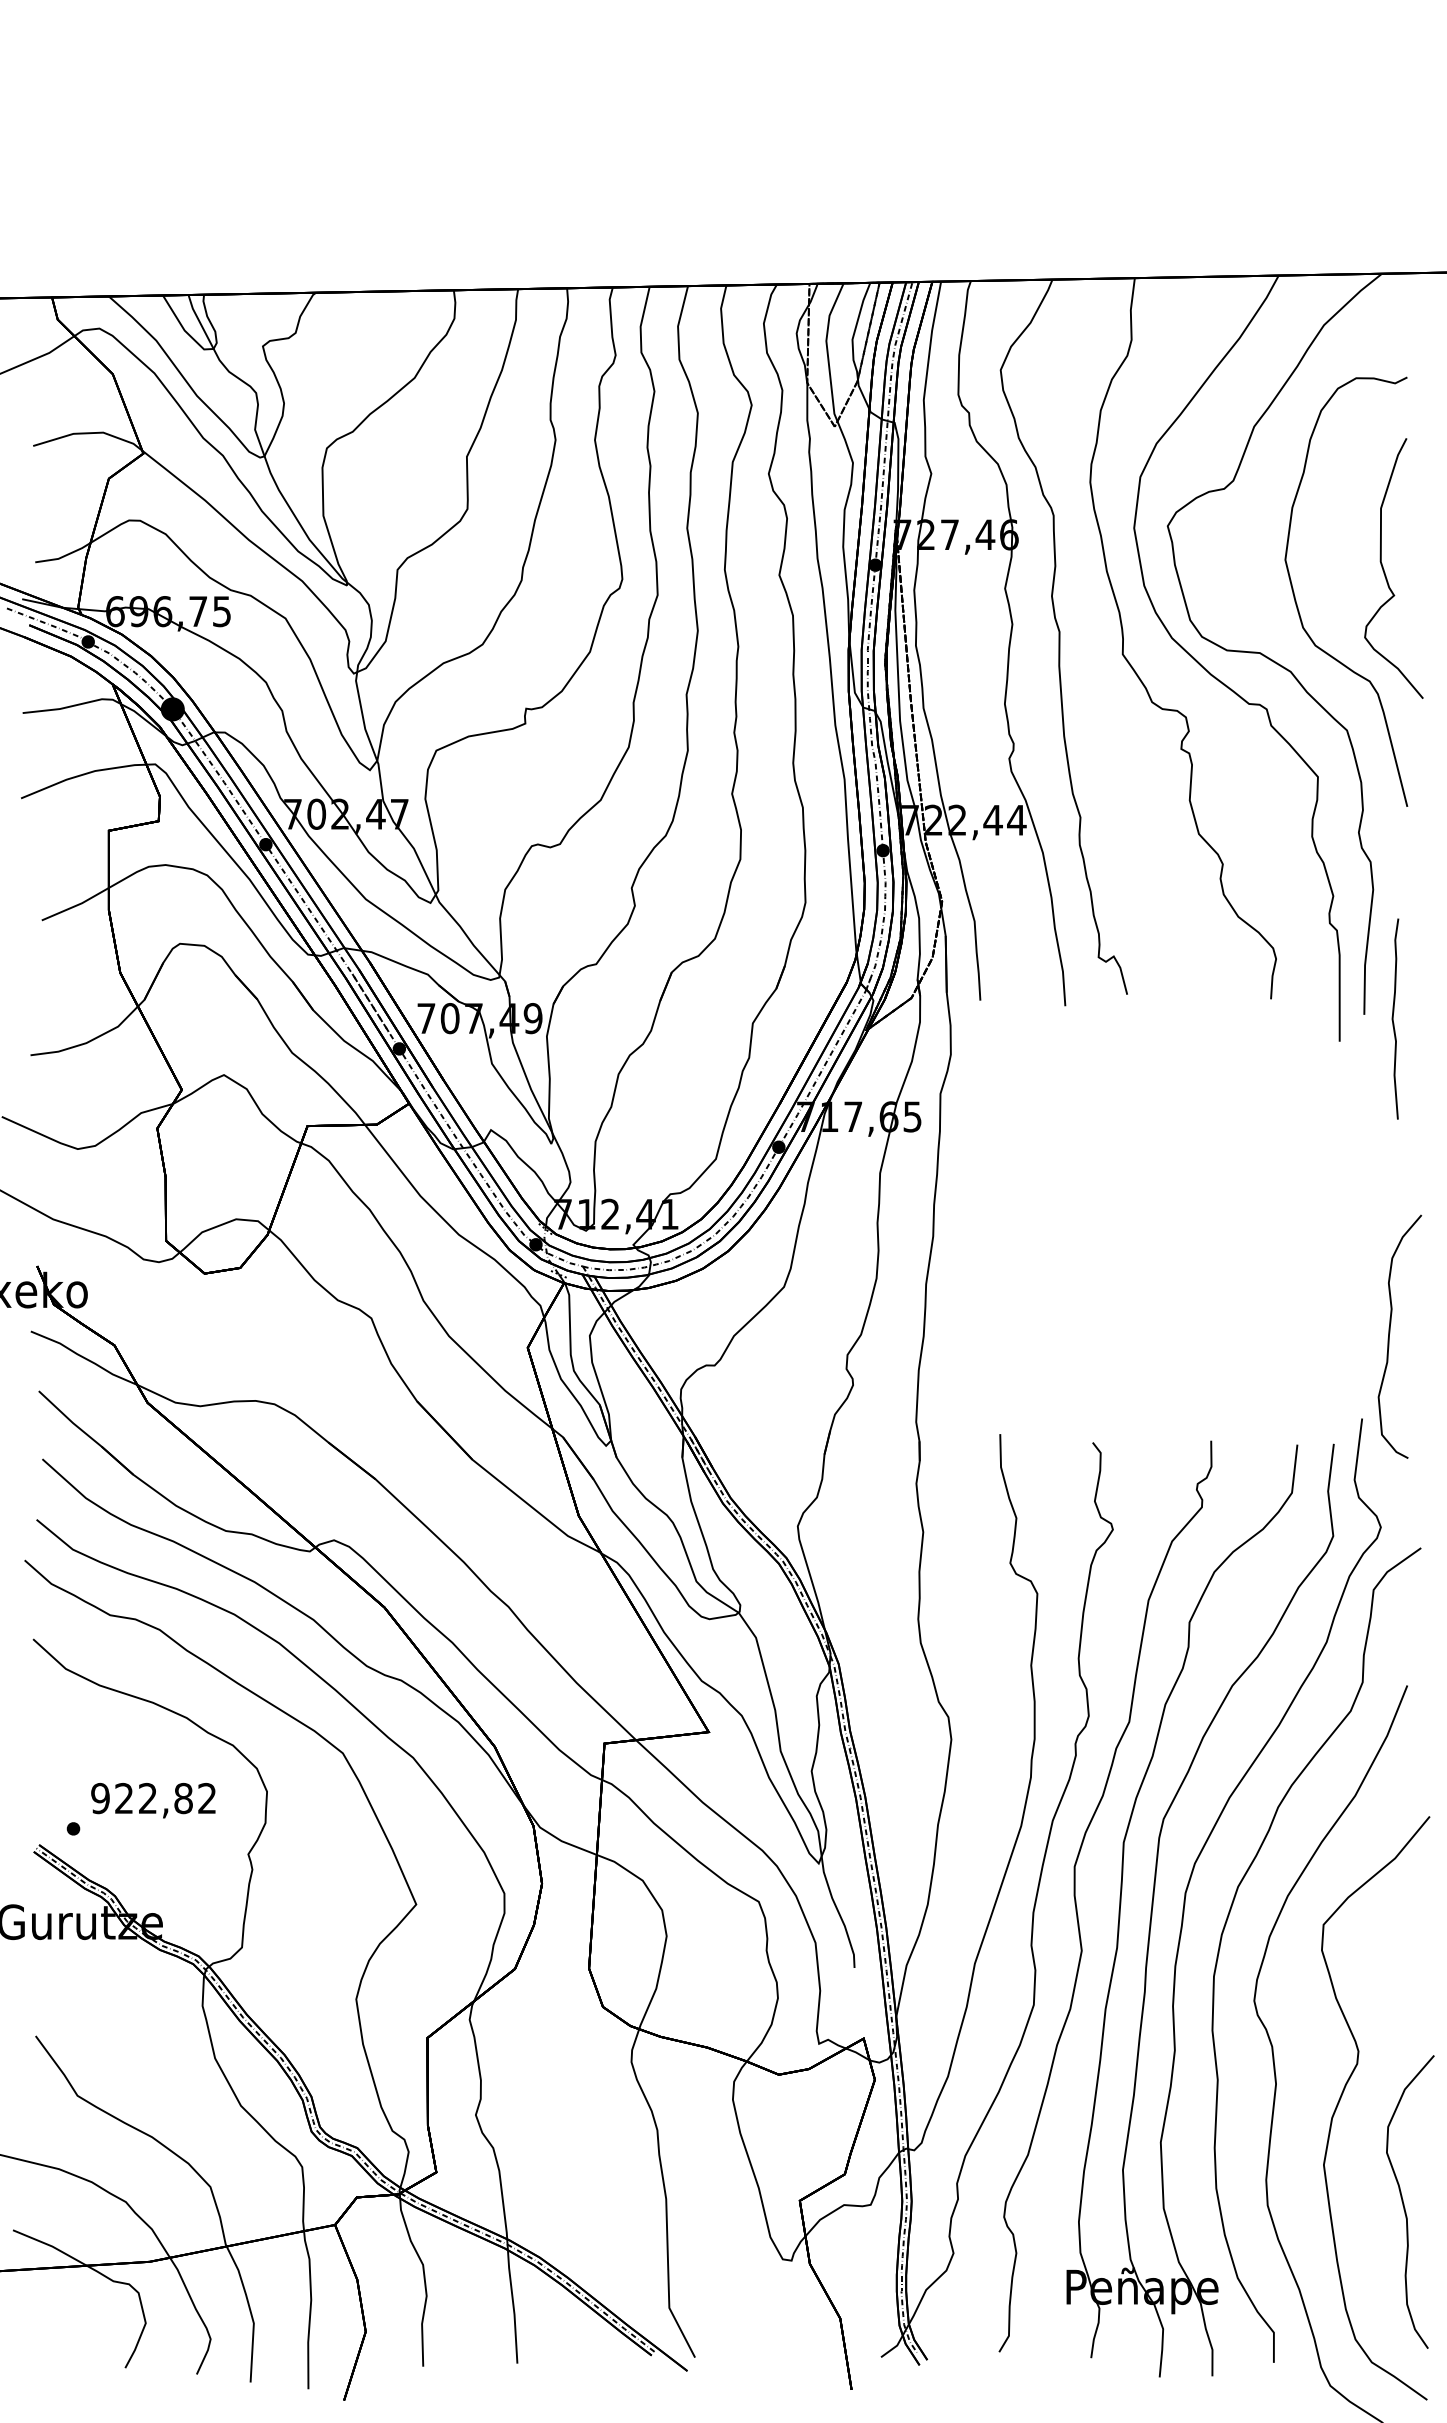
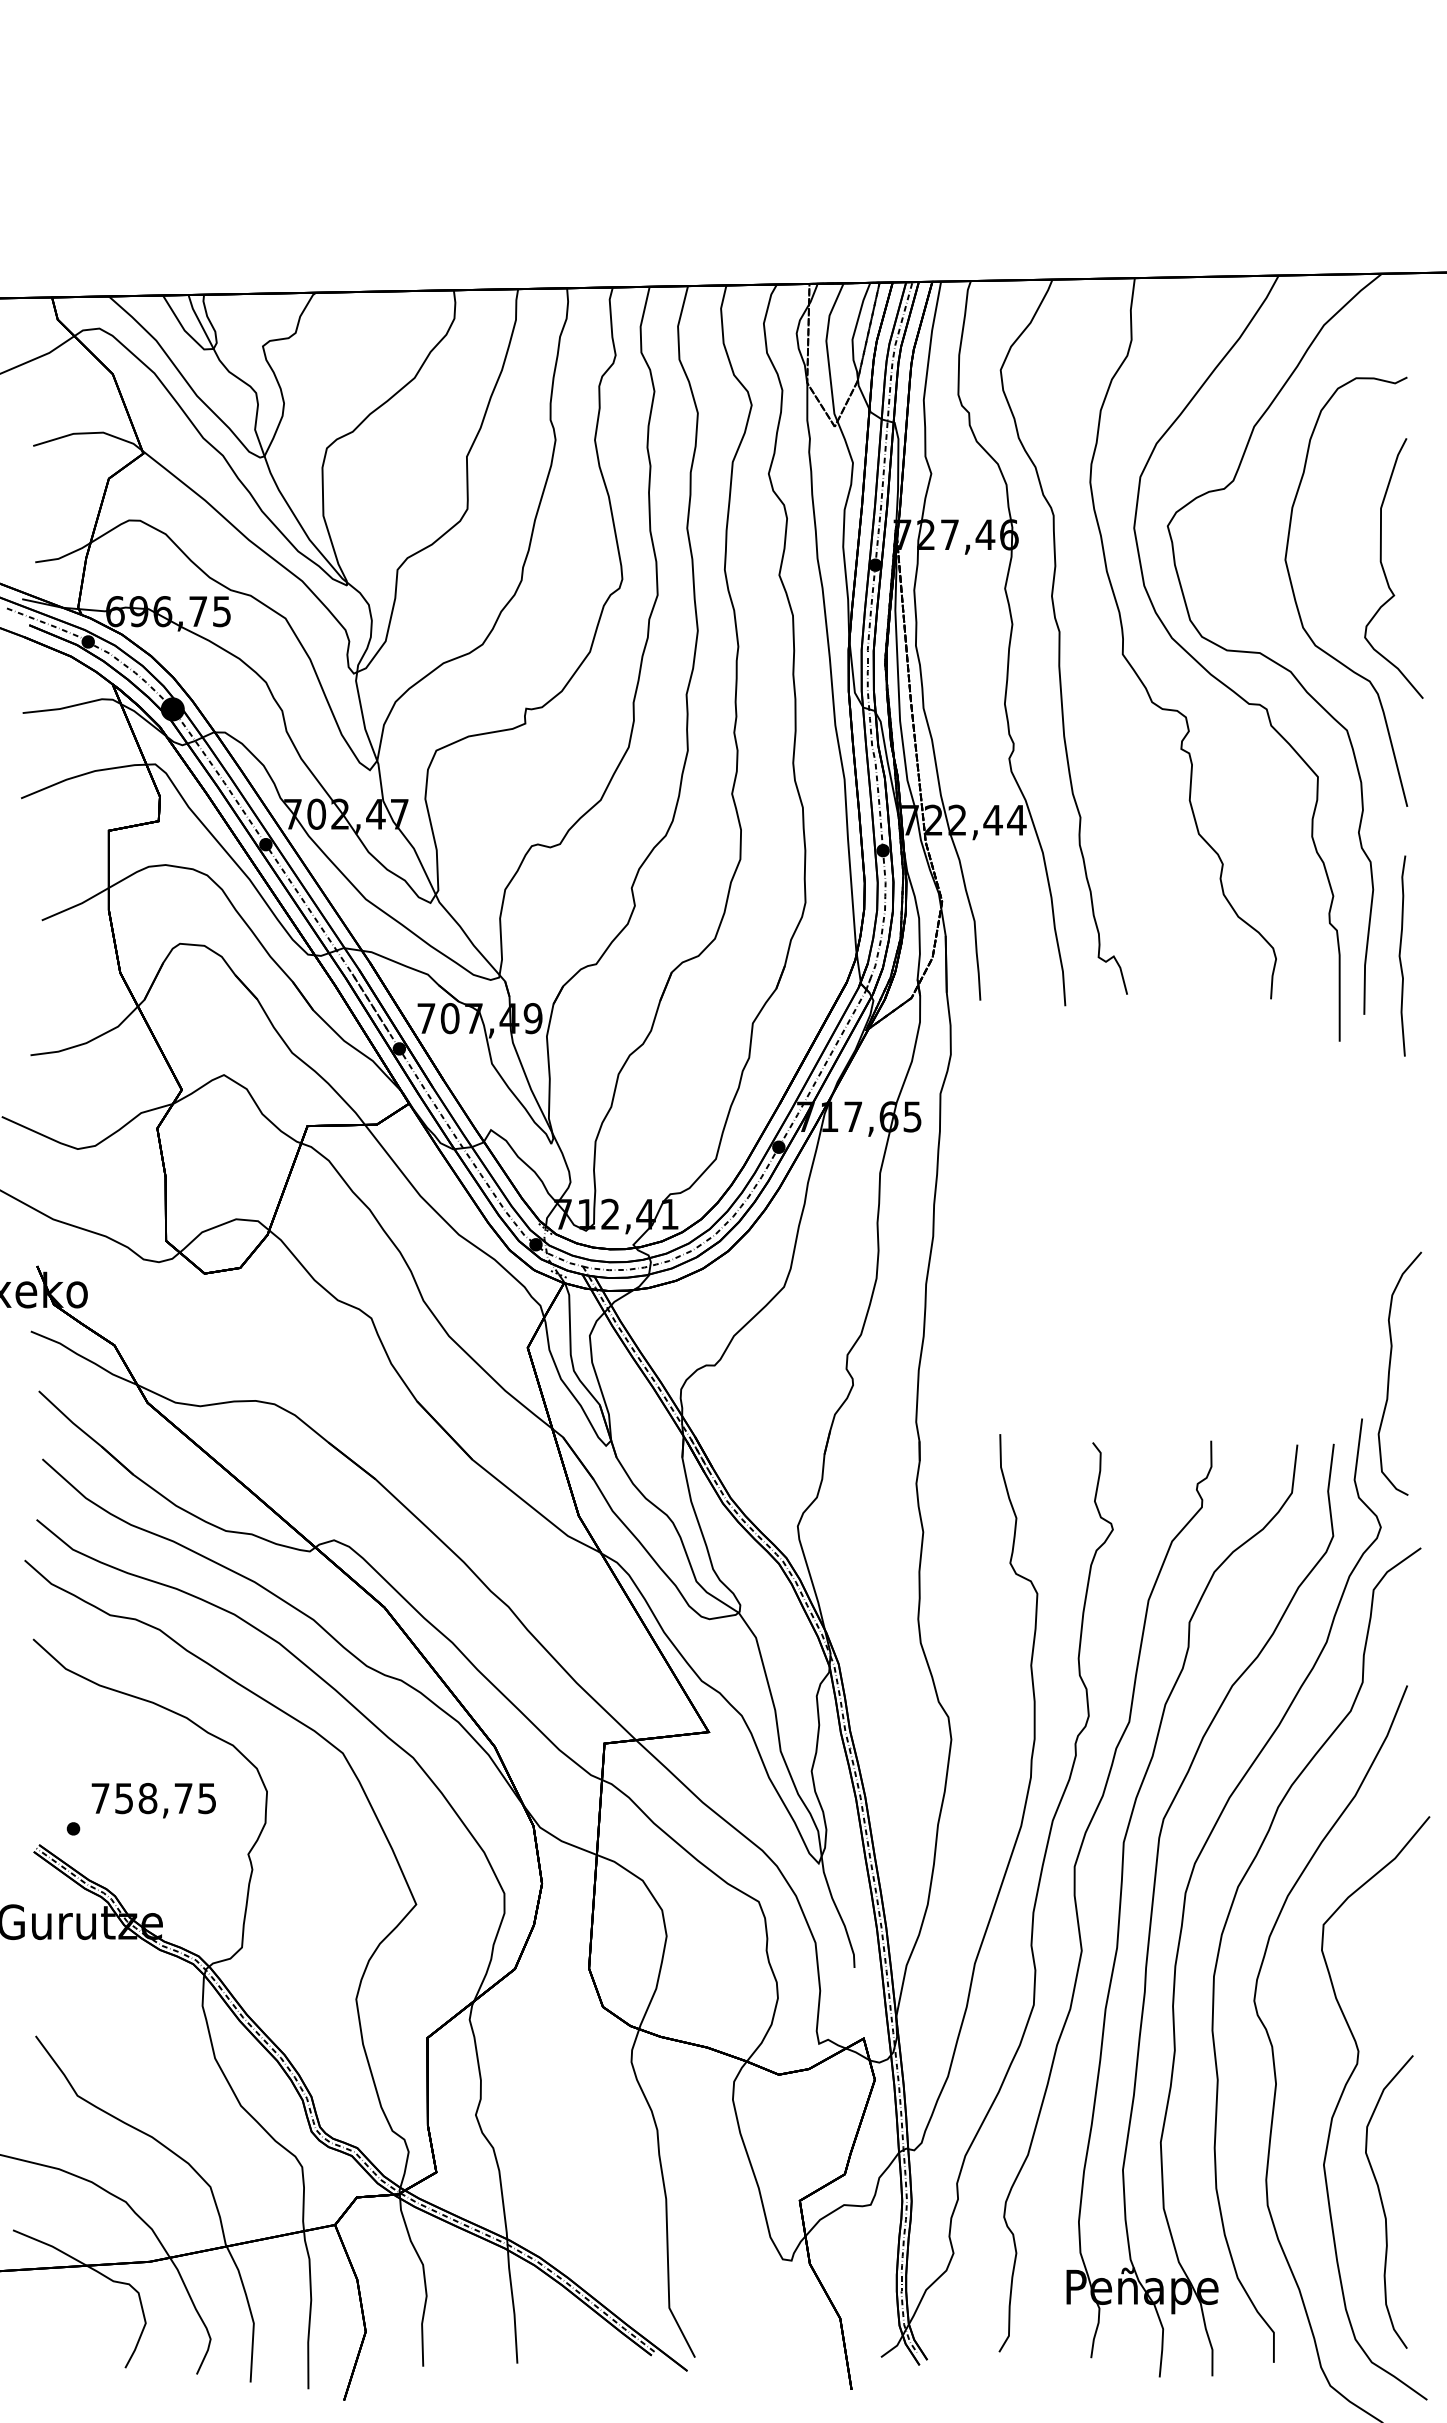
curve at (1393, 1018) position: (1393, 1018) -> (1400, 955)
curve at (1390, 1333) position: (1390, 1333) -> (1390, 1370)
text at (153, 1798): 922,82 -> 758,75
curve at (1404, 2203) position: (1404, 2203) -> (1383, 2203)
